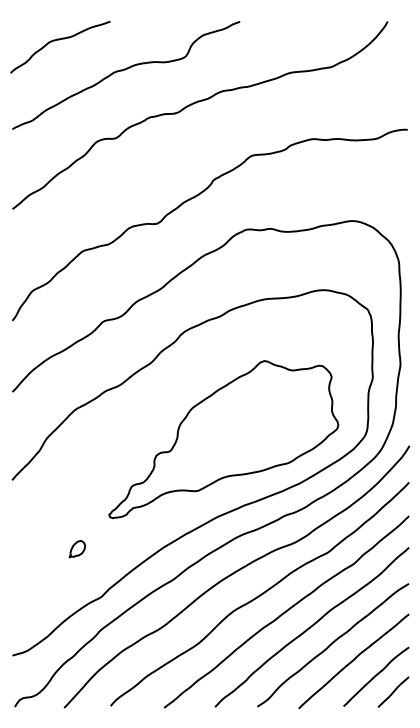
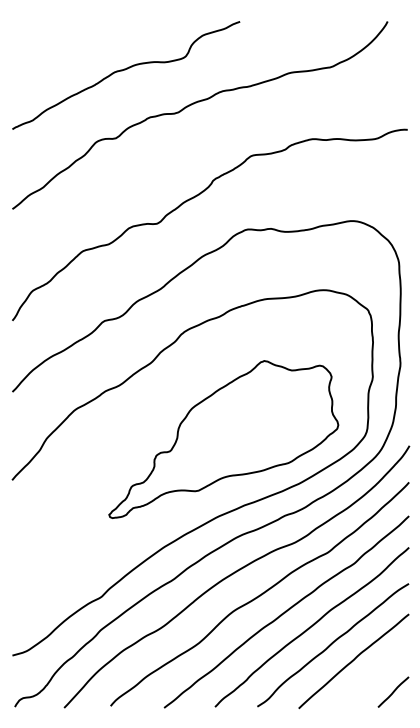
curve at (59, 40): present -> none
part at (76, 549): present -> none
curve at (376, 676): present -> none
